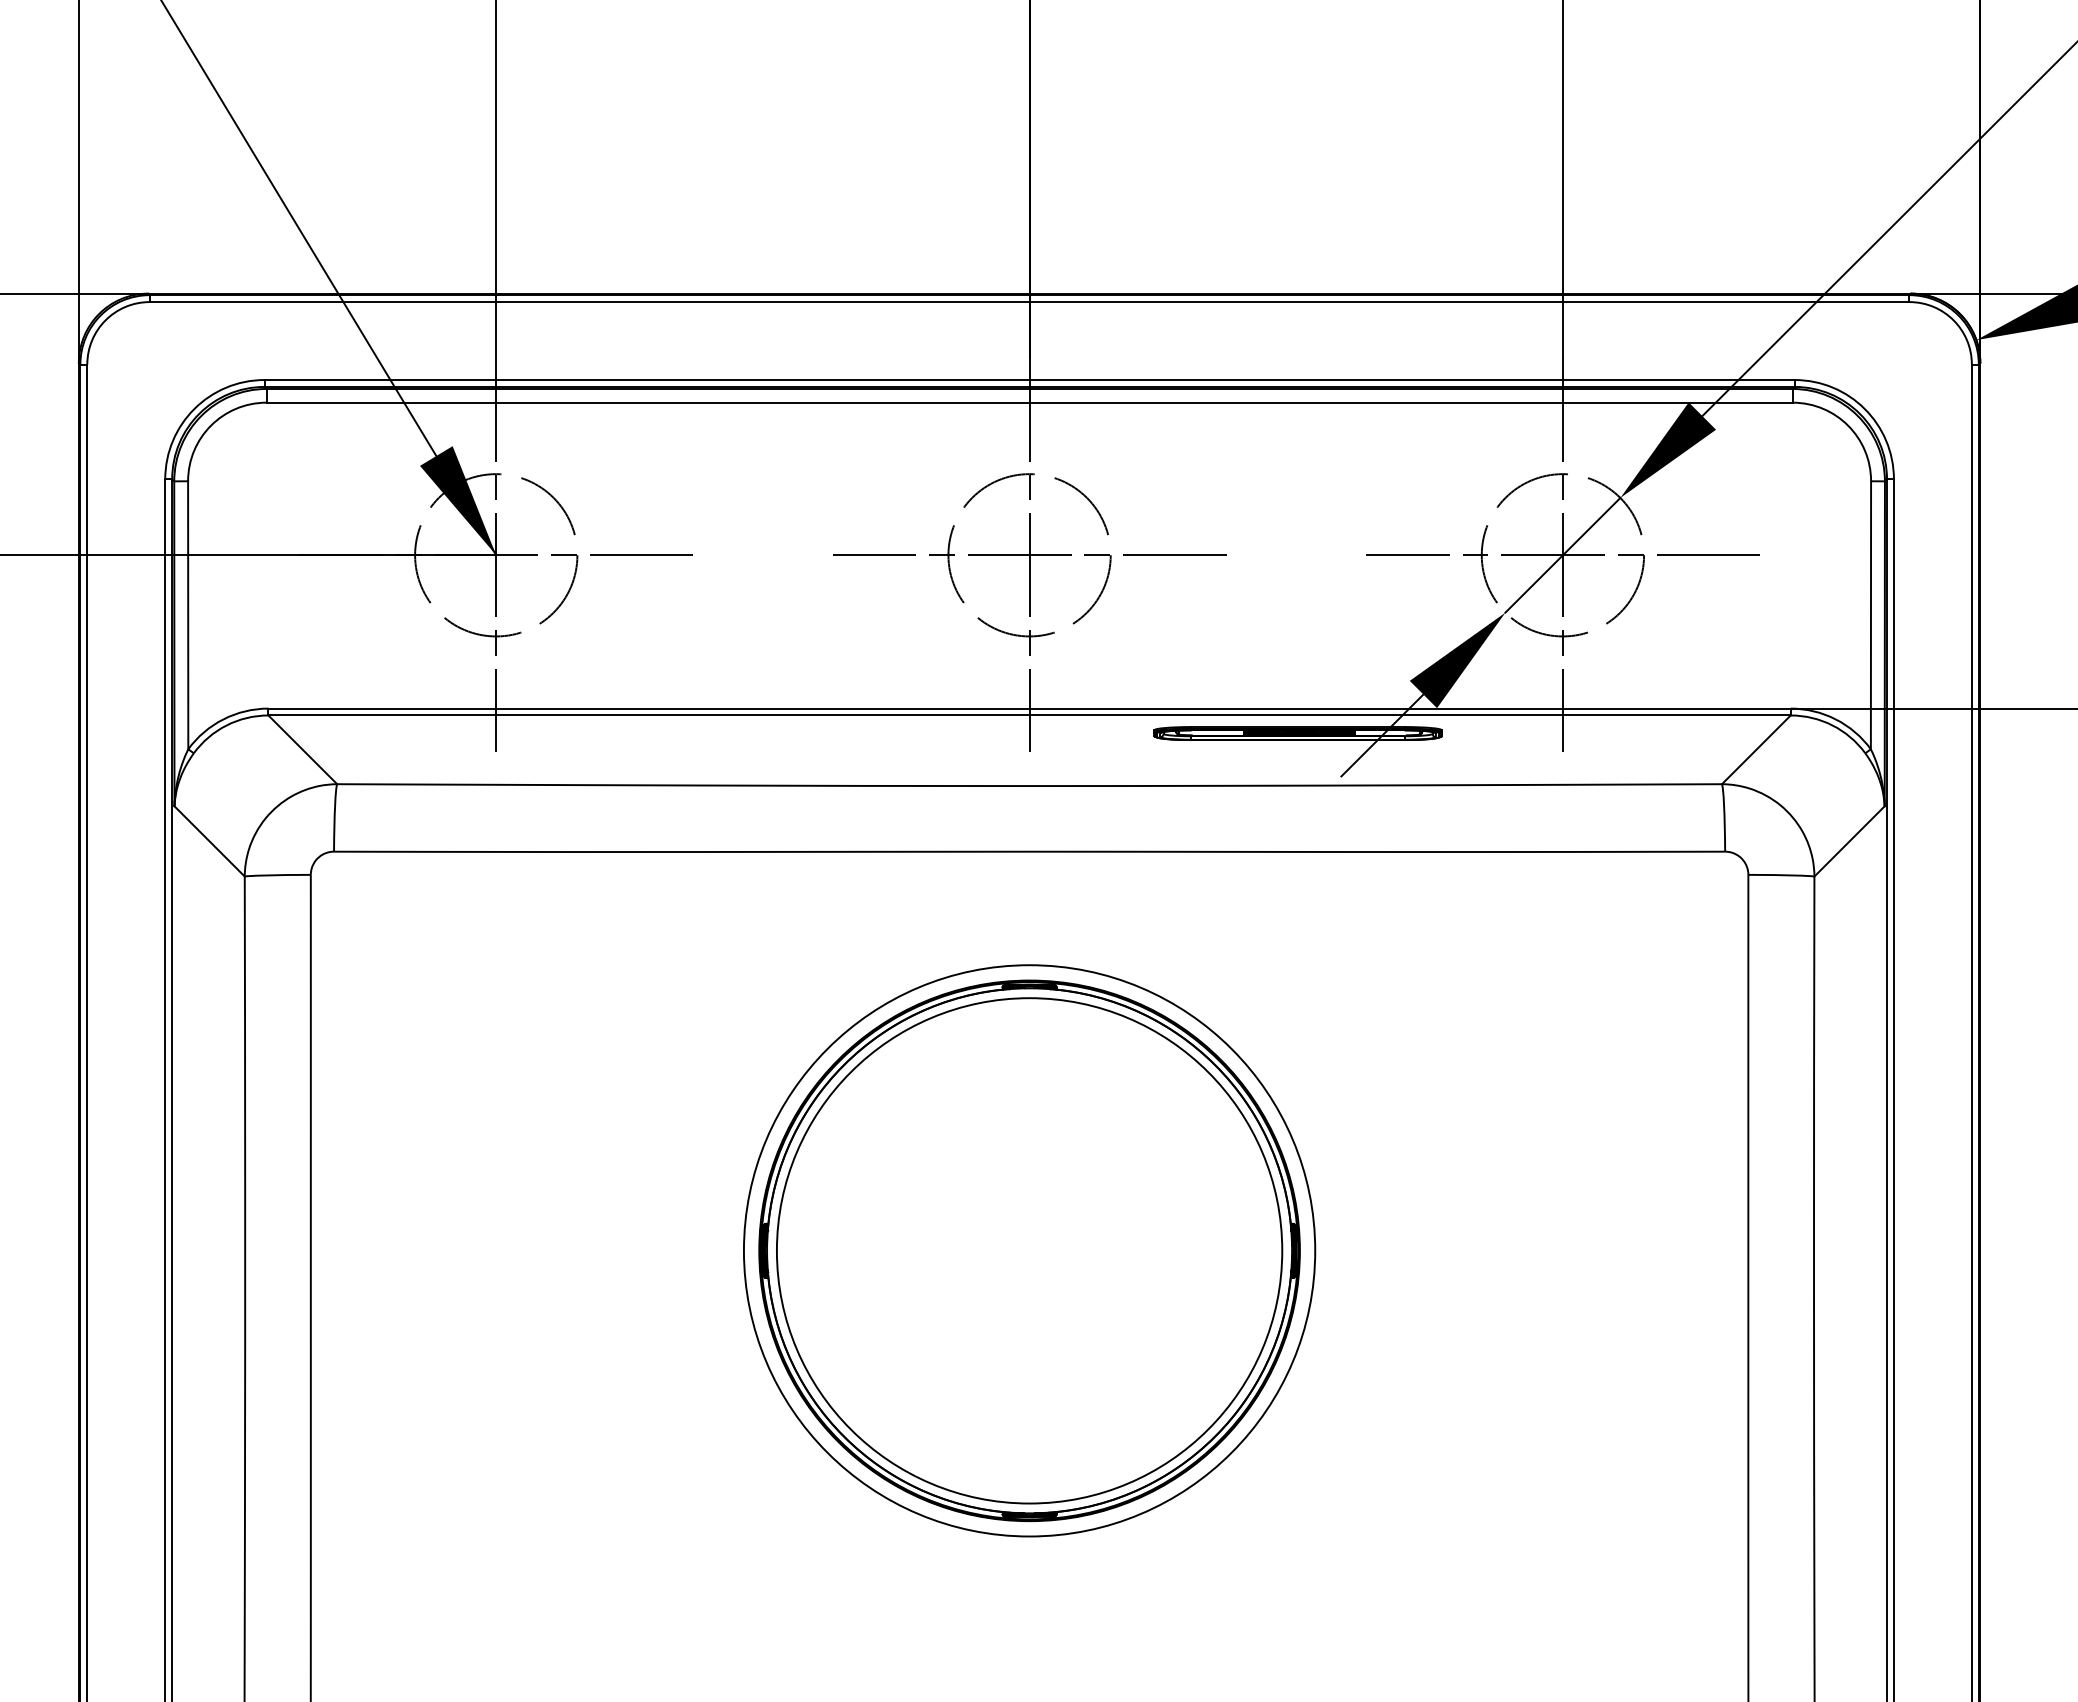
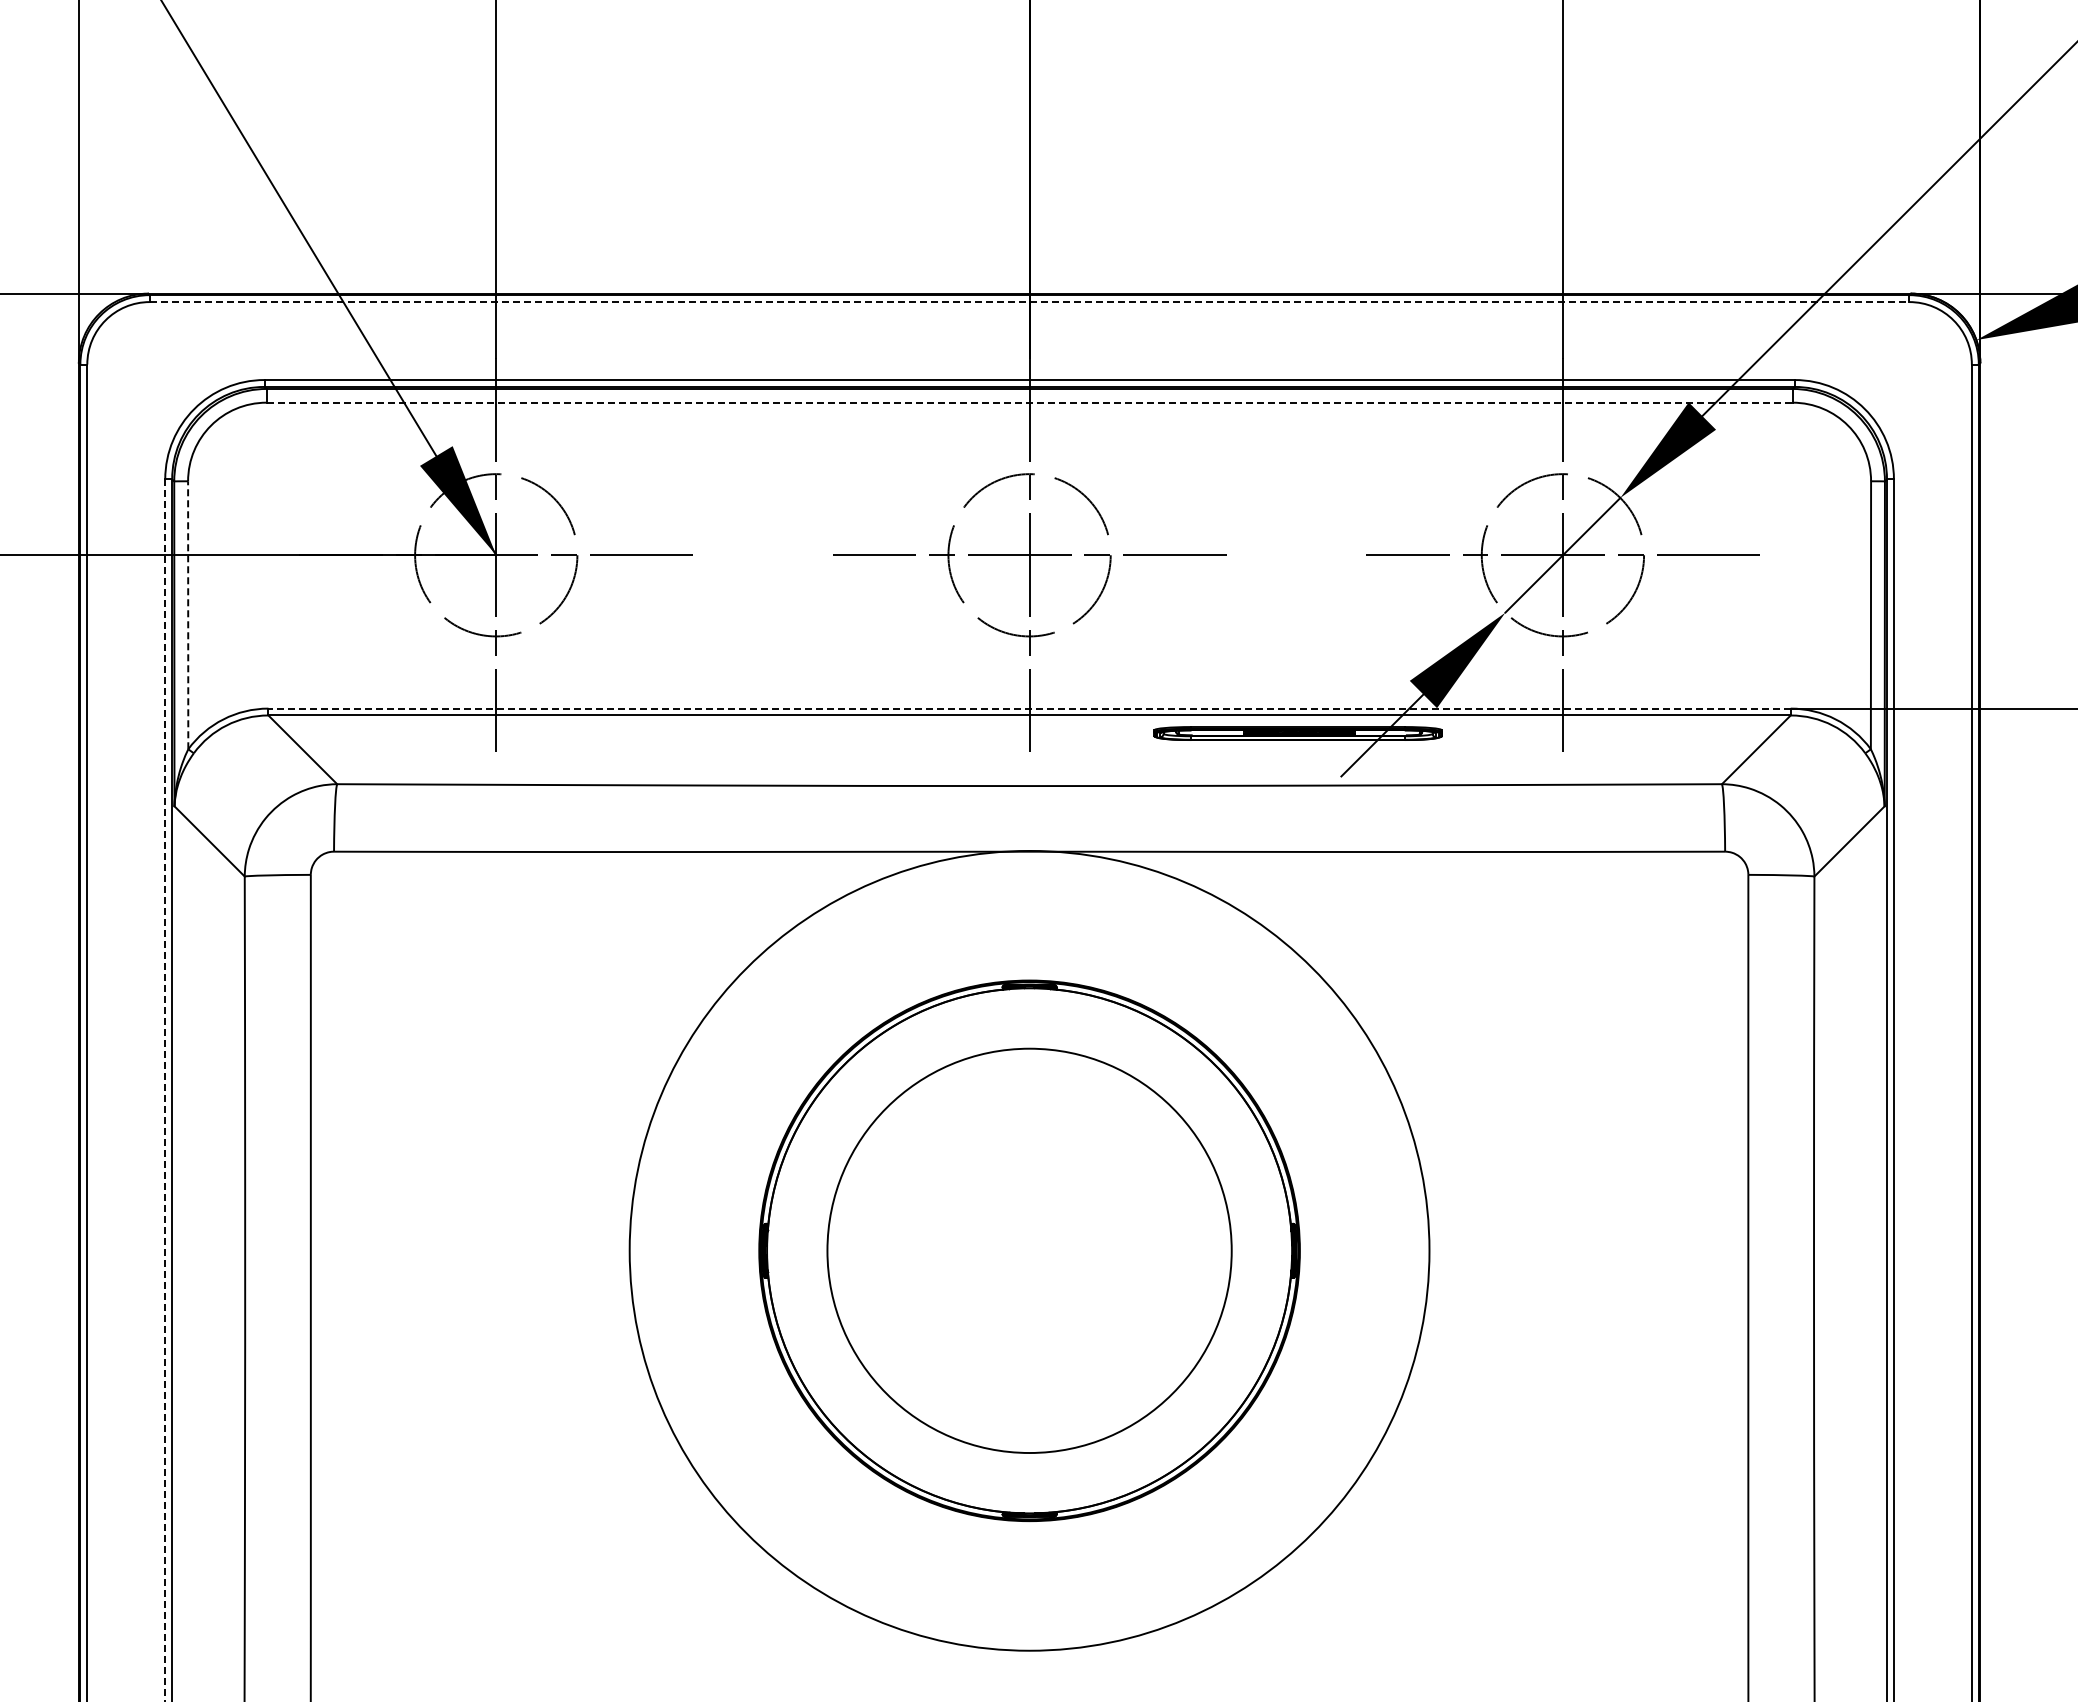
line at (1029, 302): solid -> dashed
line at (1030, 402): solid -> dashed
line at (188, 615): solid -> dashed
line at (1029, 708): solid -> dashed
line at (165, 1090): solid -> dashed
circle at (1029, 1250) diameter: 505 px -> 404 px
circle at (1029, 1250) diameter: 571 px -> 800 px
